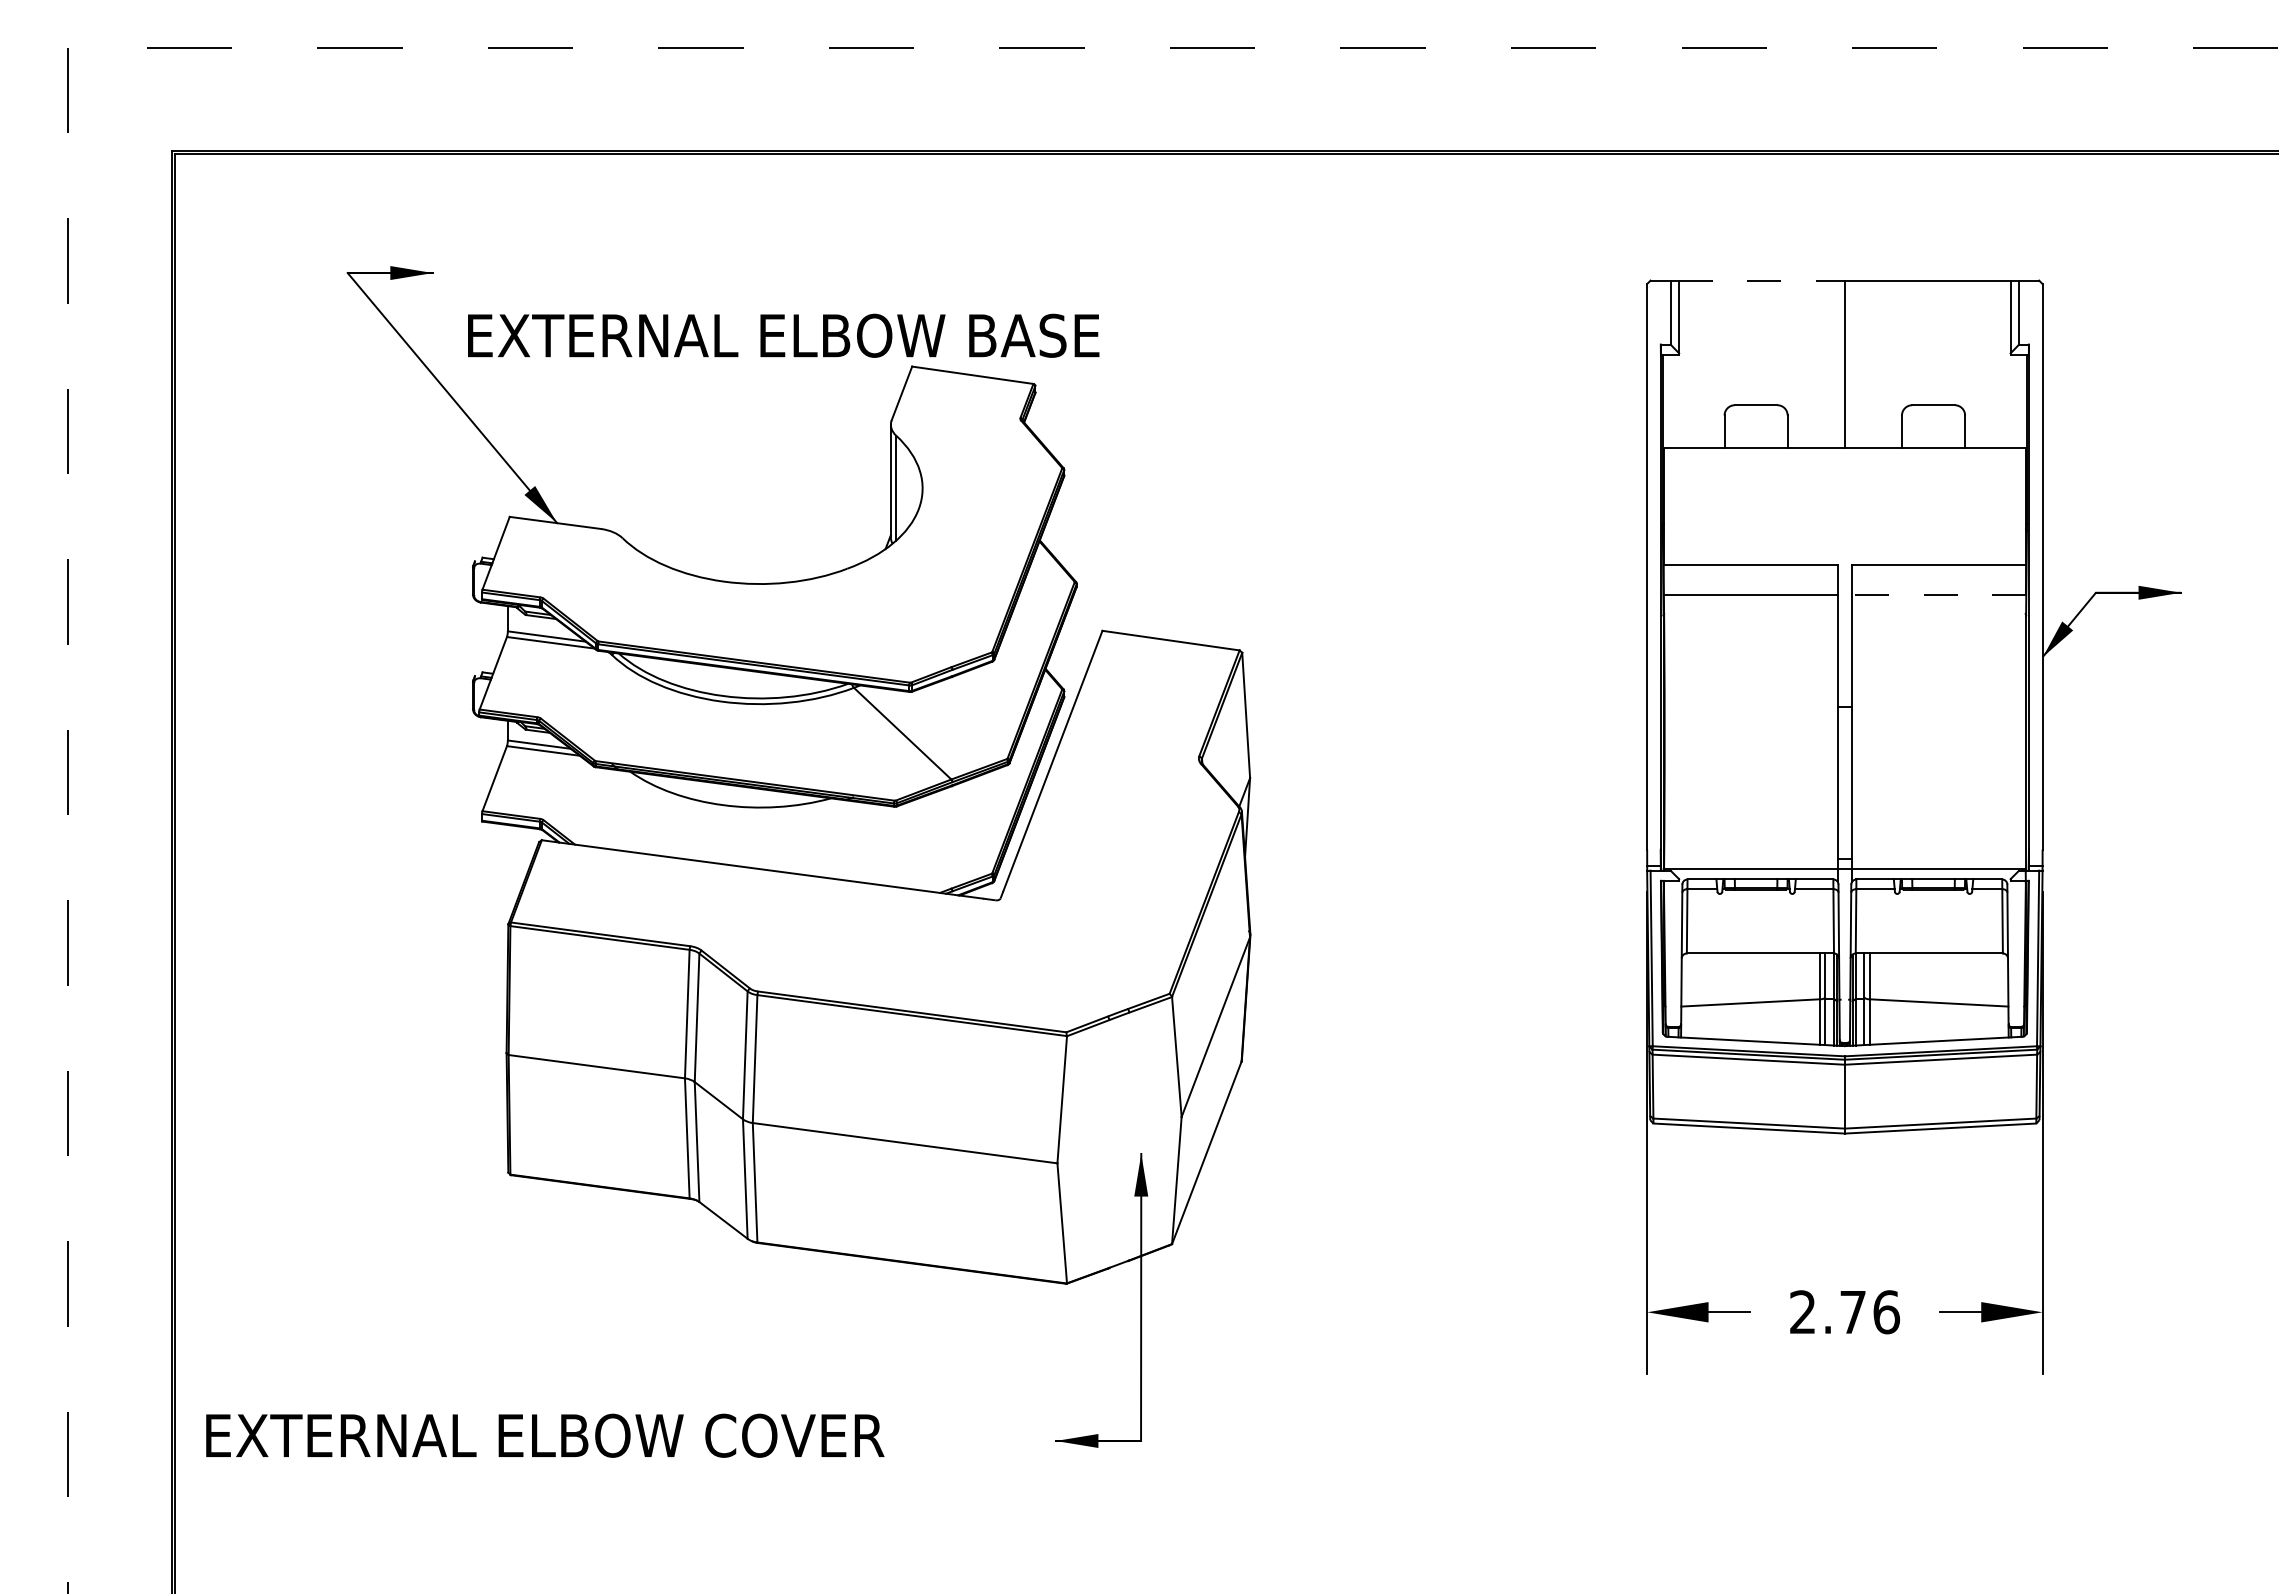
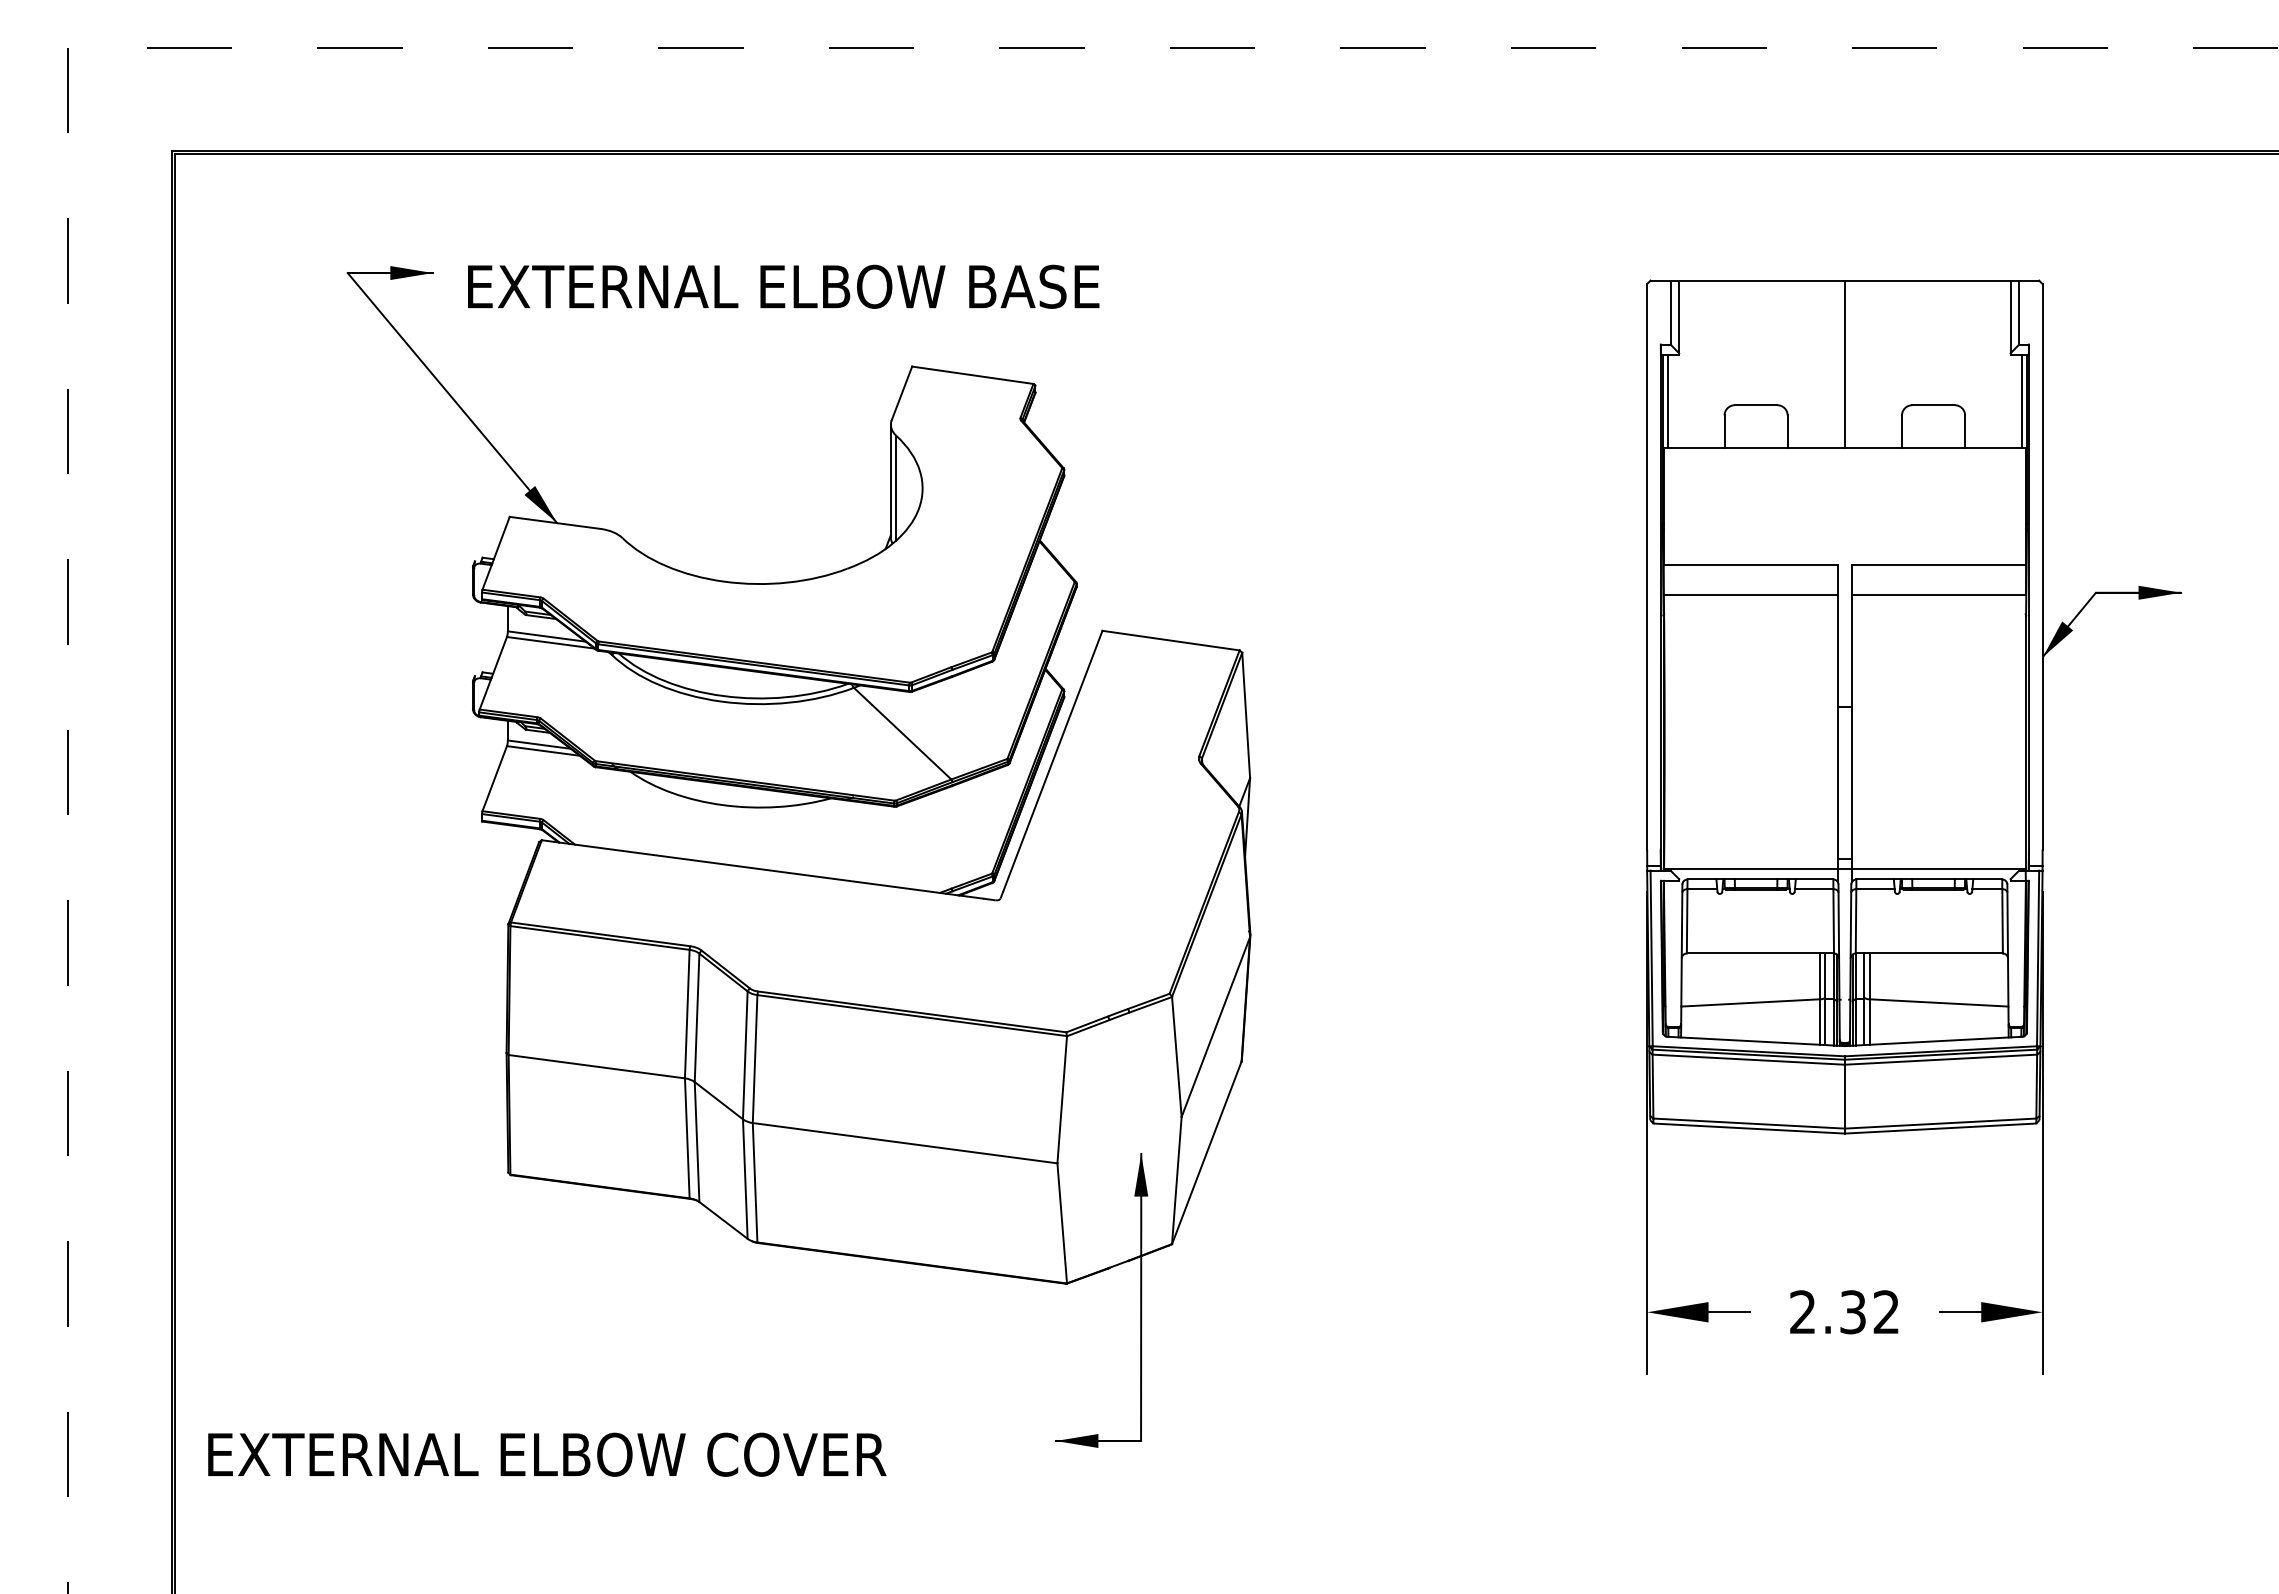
line at (1762, 280): dashed -> solid
text at (783, 335) position: (783, 335) -> (783, 286)
line at (1667, 401): none -> present
line at (2022, 401): none -> present
line at (1938, 595): dashed -> solid
text at (1870, 1312): 2.76 -> 2.32
text at (545, 1435) position: (545, 1435) -> (547, 1454)
